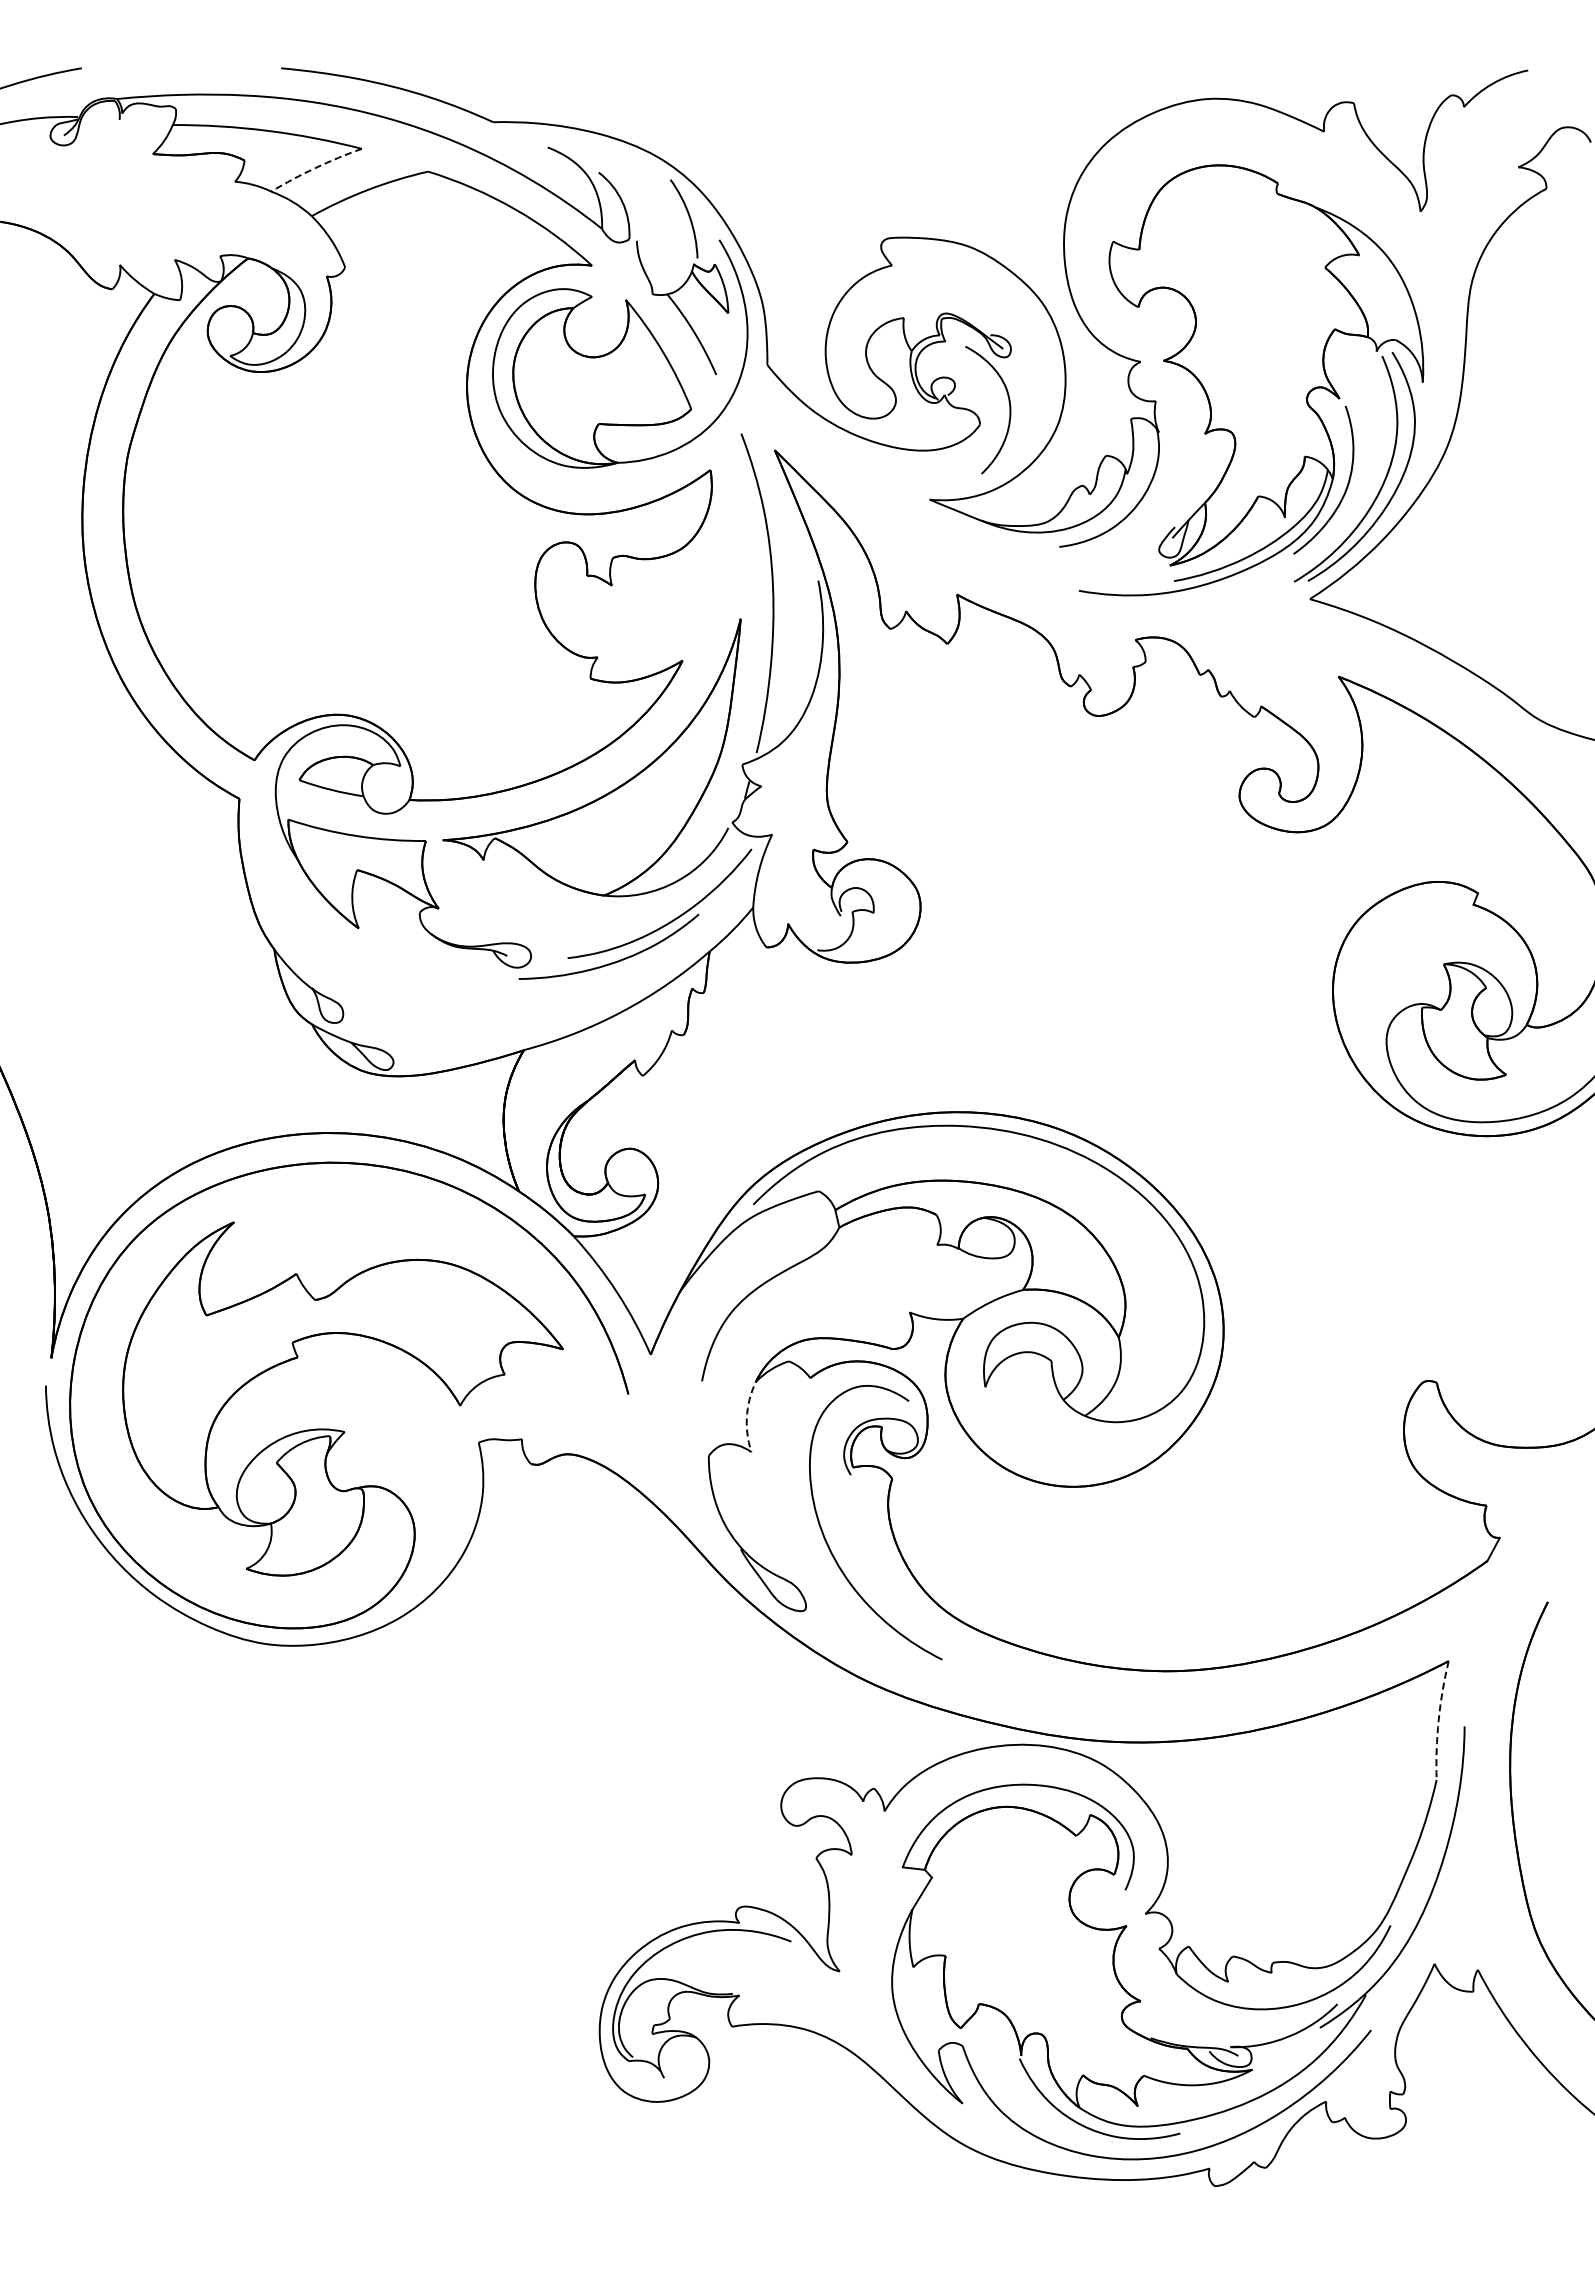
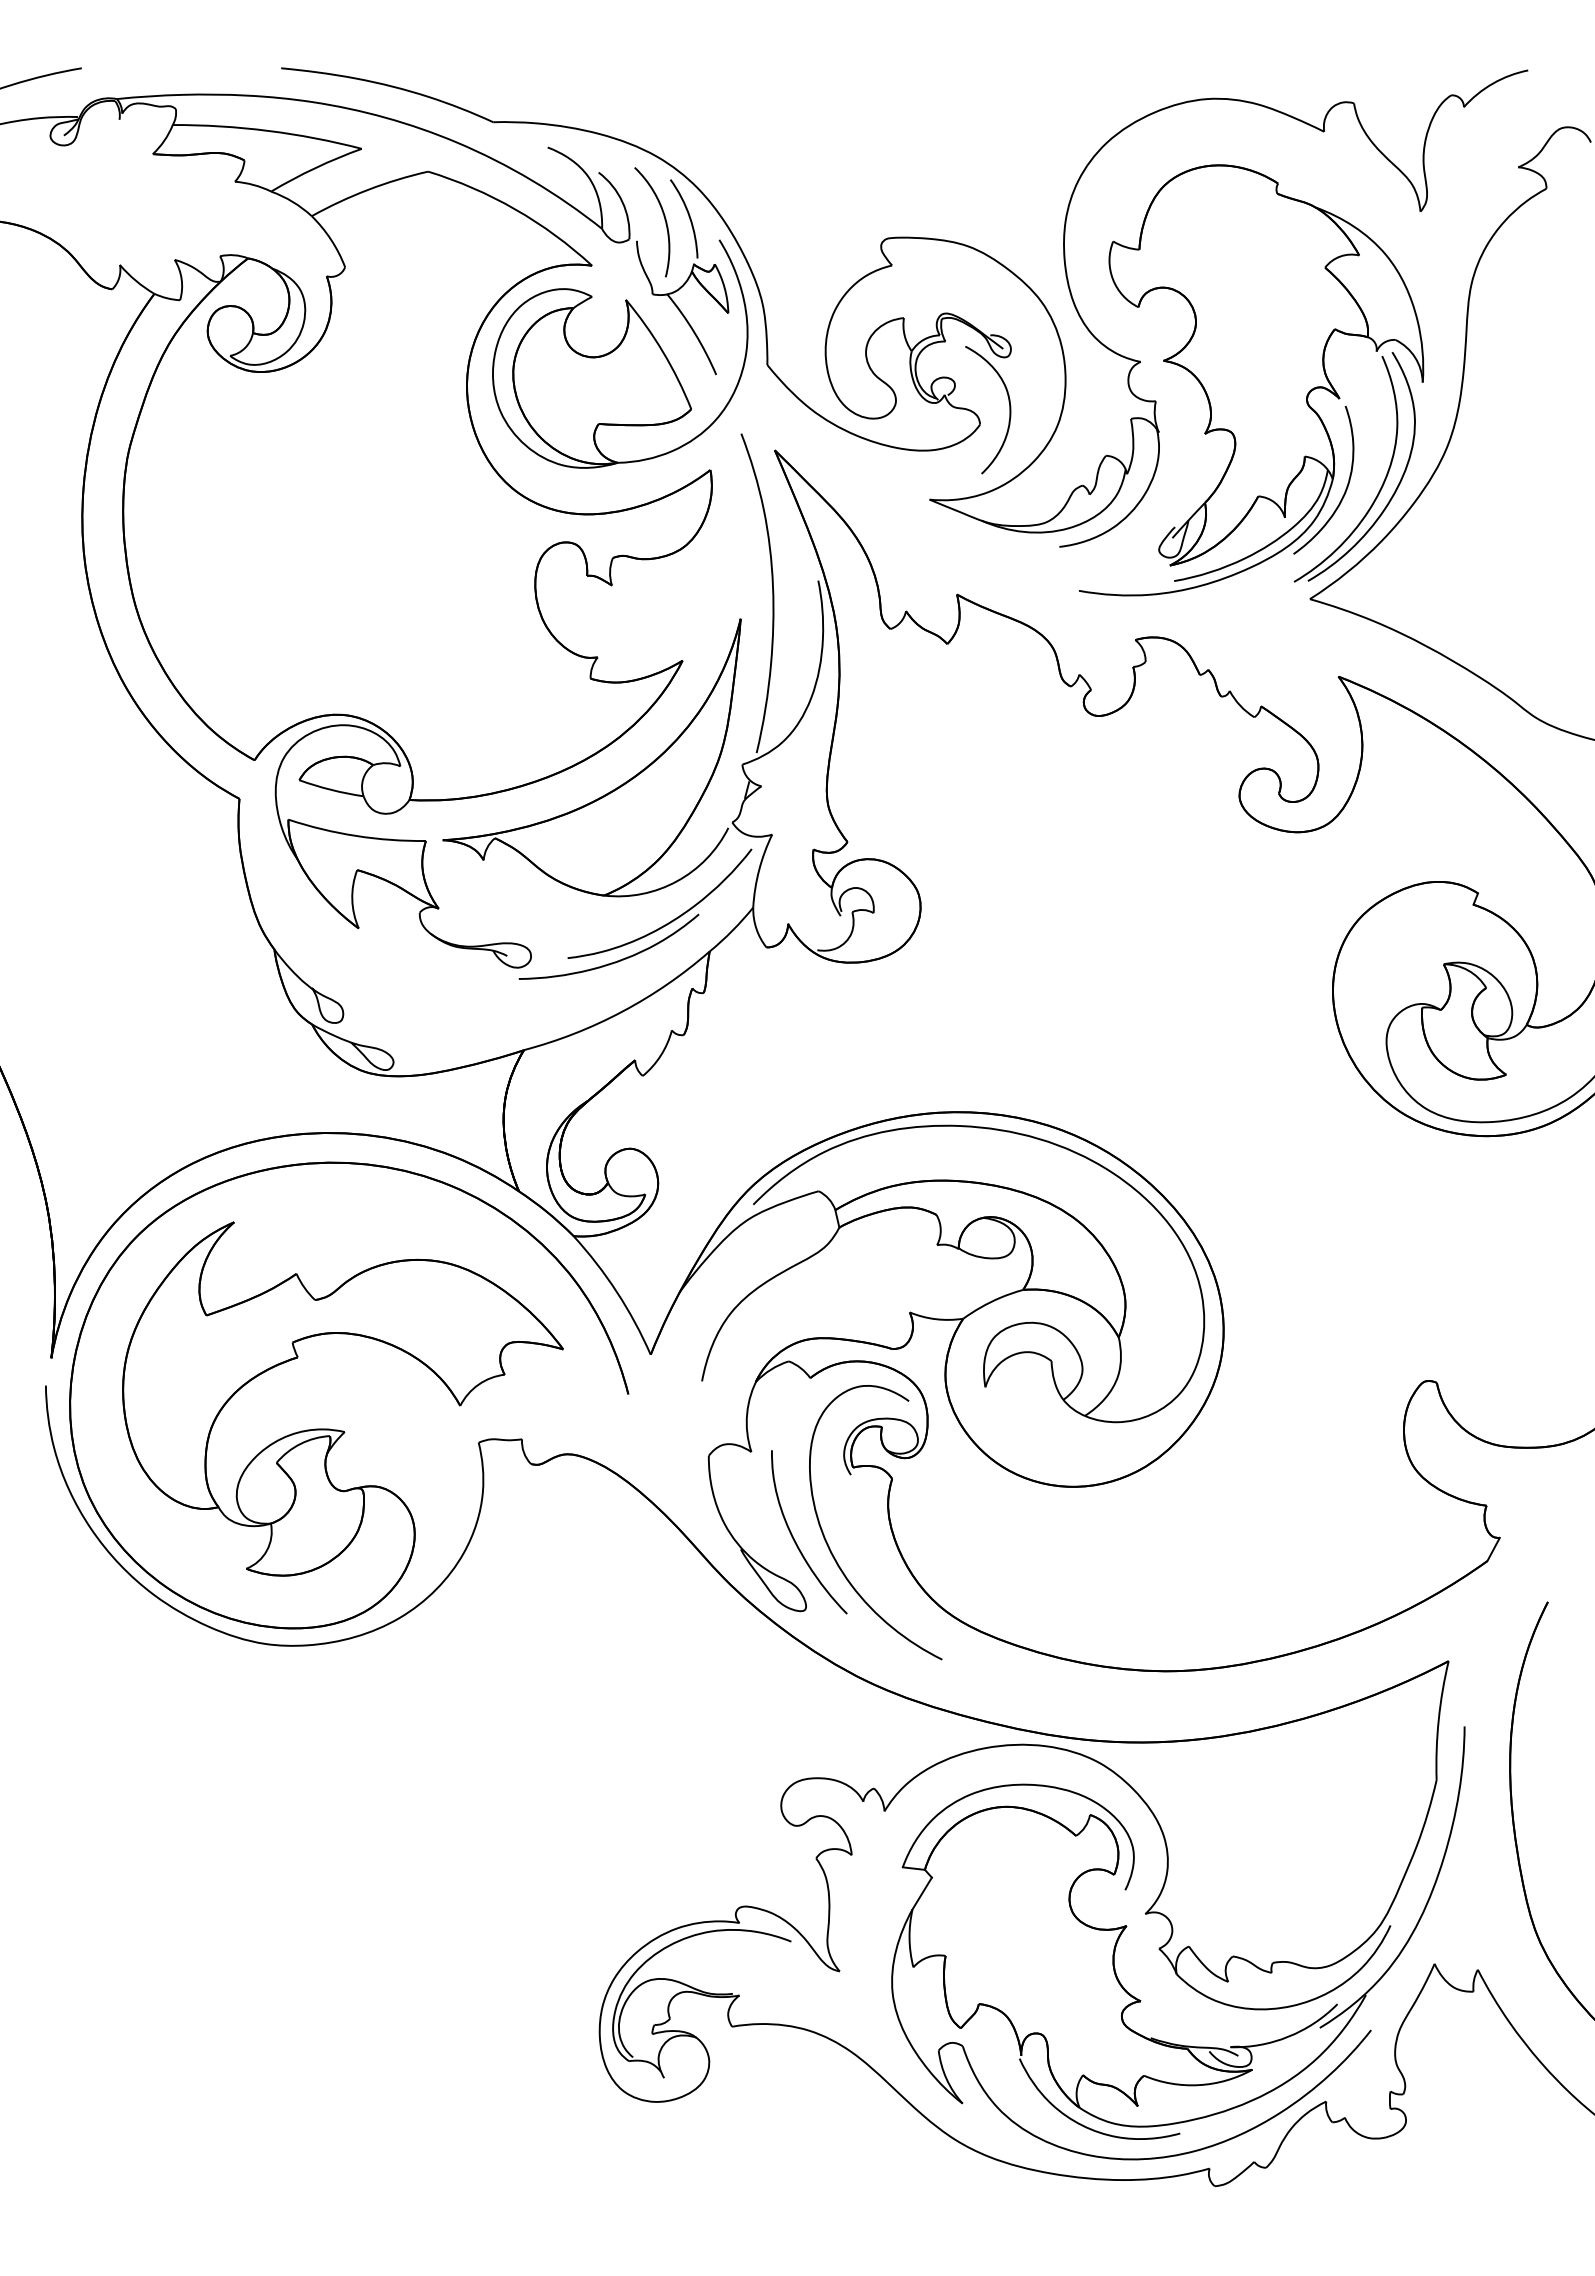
arc at (315, 168): dashed -> solid
arc at (664, 220): none -> present
arc at (747, 1413): dashed -> solid
curve at (795, 1540): none -> present
arc at (1438, 1720): dashed -> solid
